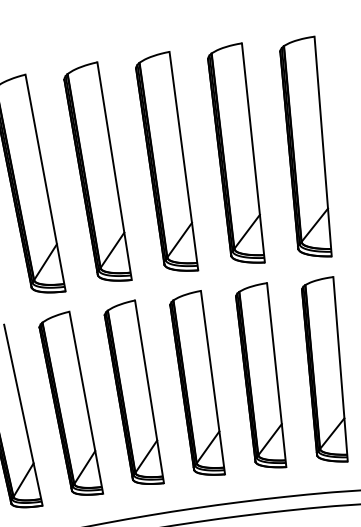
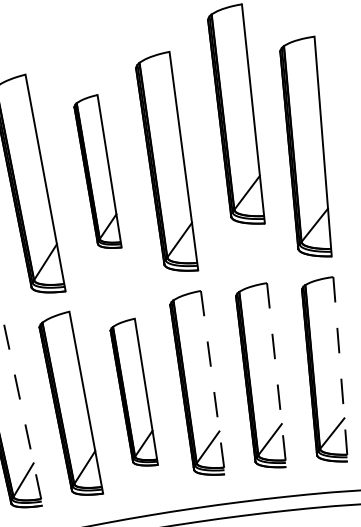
part at (236, 152) position: (236, 152) -> (236, 113)
part at (97, 171) size: 70x221 px -> 50x155 px
line at (340, 369): solid -> dashed
line at (276, 375): solid -> dashed
line at (213, 383): solid -> dashed
part at (133, 391) size: 62x186 px -> 50x150 px
line at (23, 415): solid -> dashed
